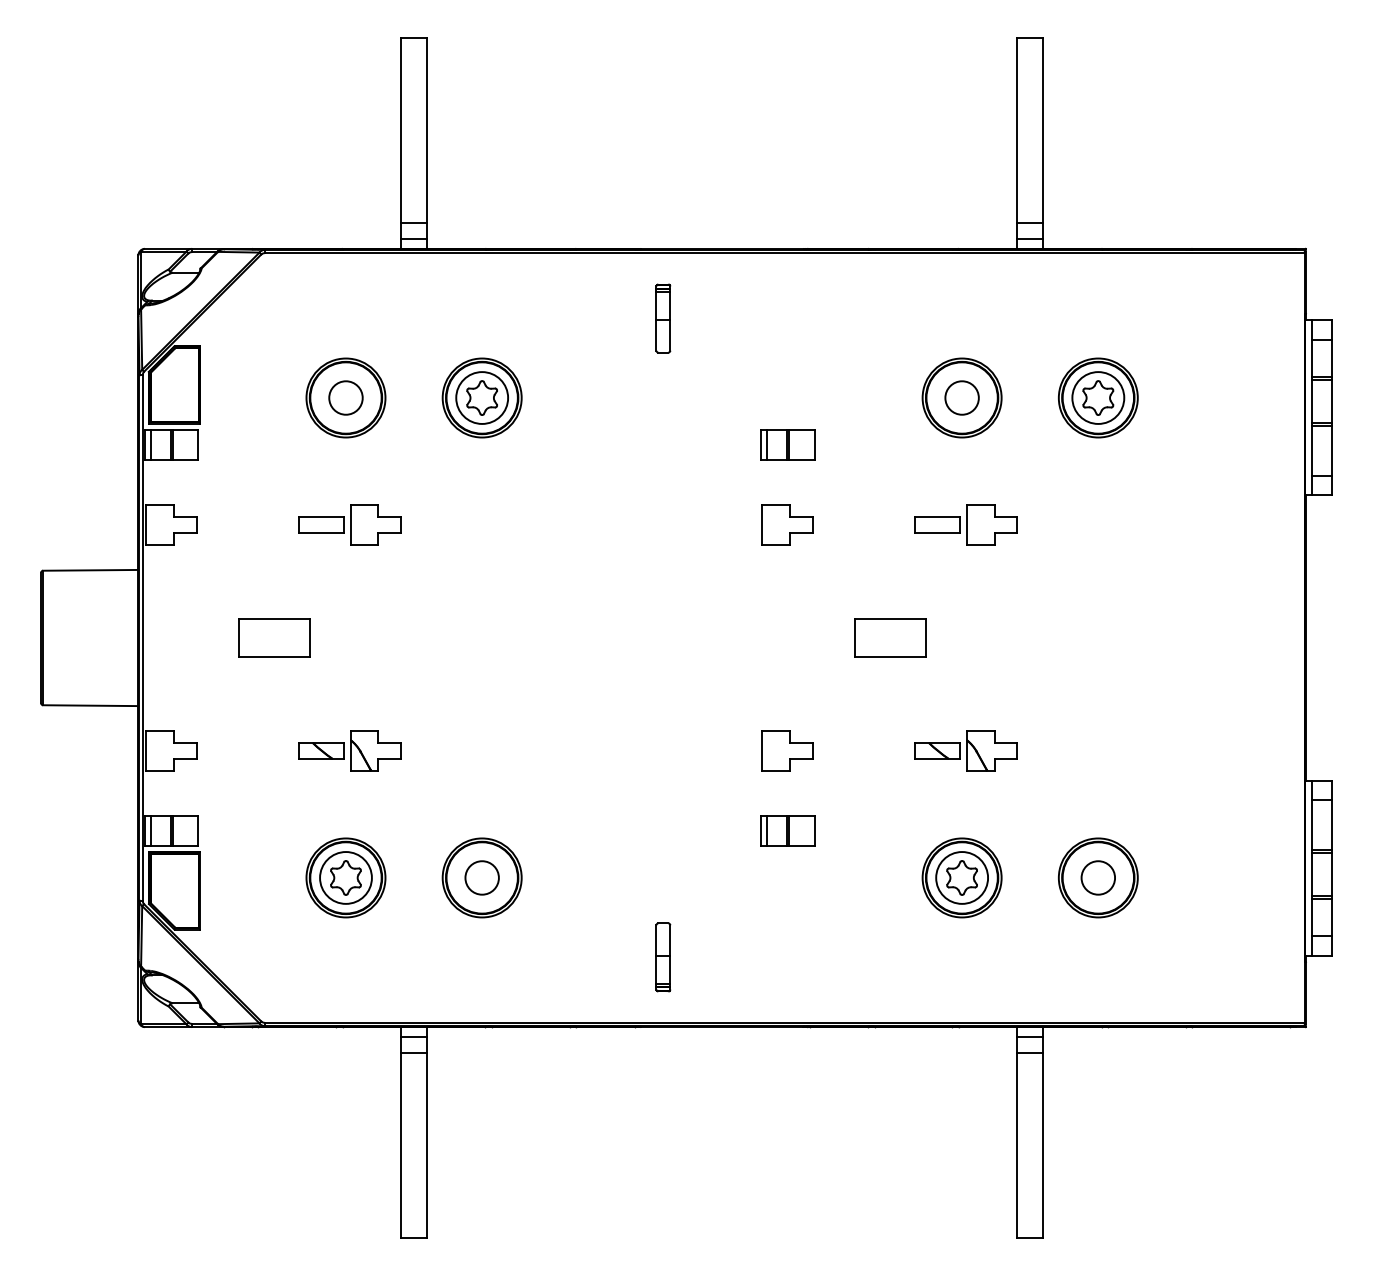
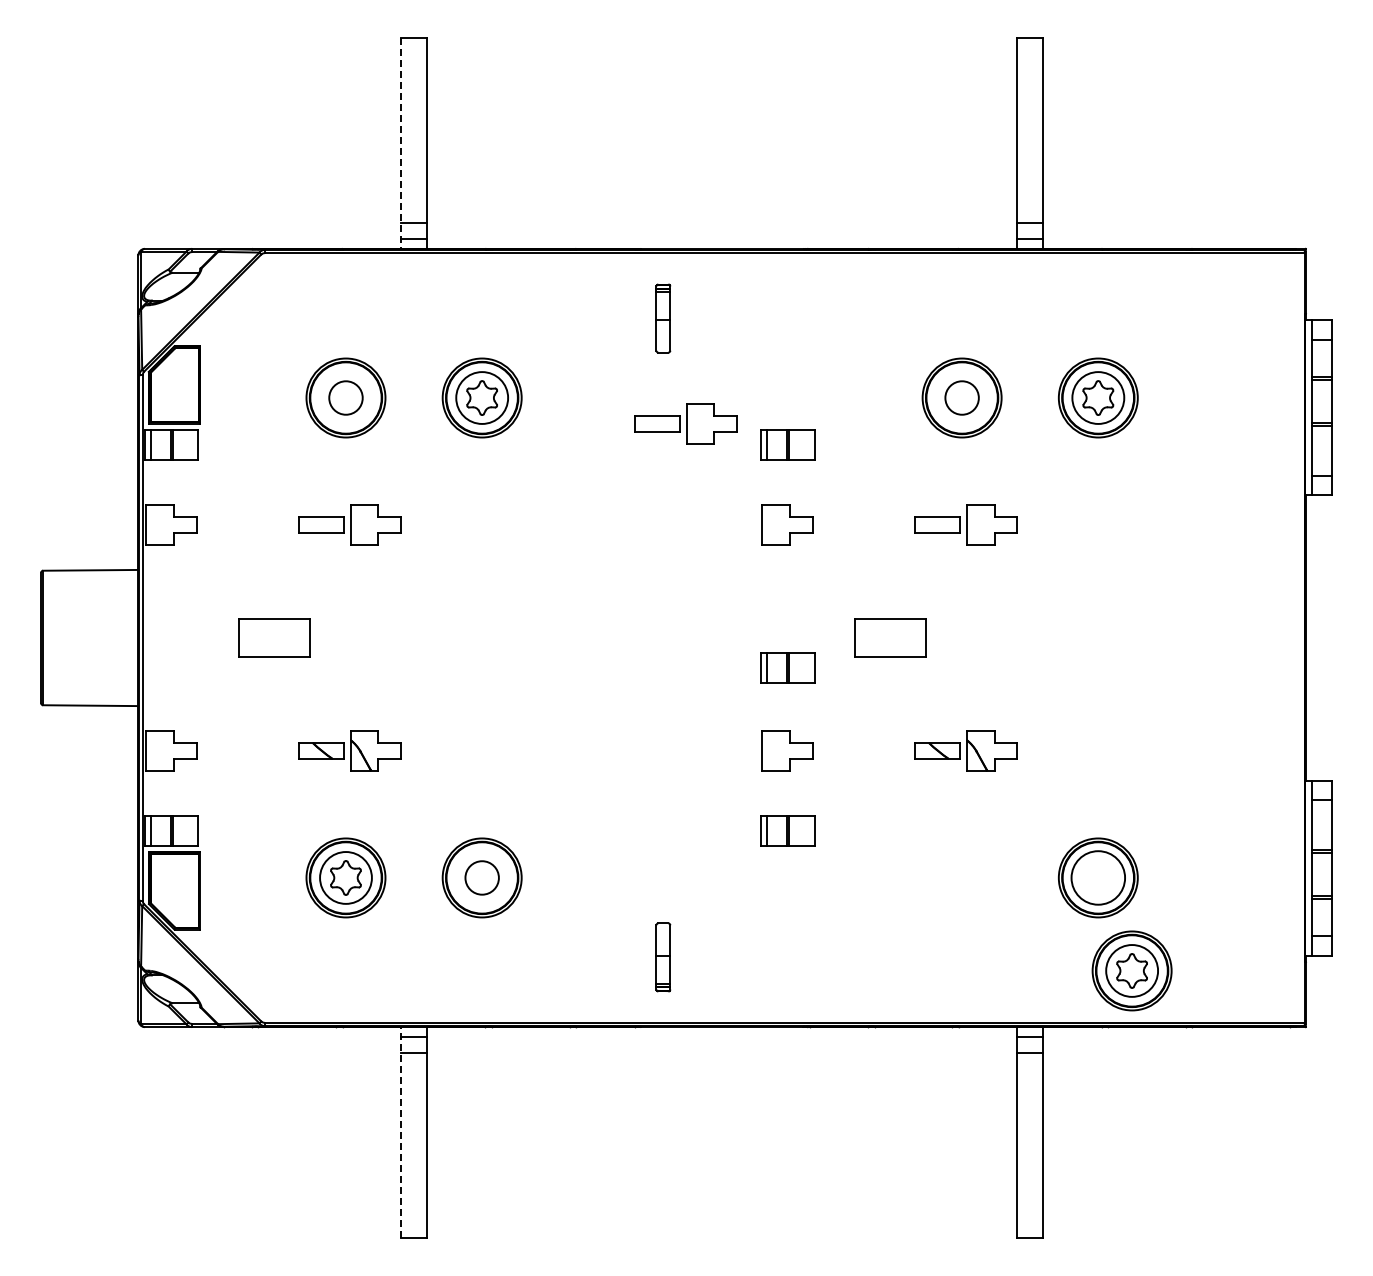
line at (401, 143): solid -> dashed
part at (685, 423): none -> present
part at (787, 667): none -> present
part at (961, 877) position: (961, 877) -> (1131, 970)
circle at (1098, 877) diameter: 33 px -> 54 px
line at (401, 1132): solid -> dashed
